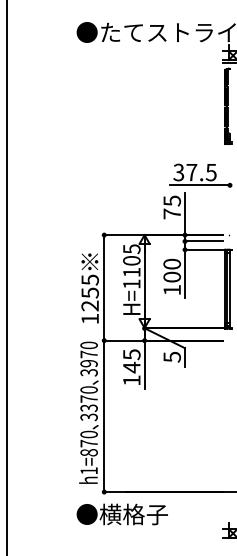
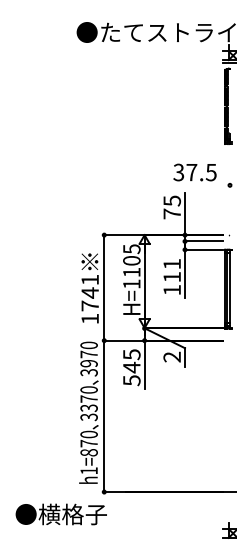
line at (199, 185): present -> none
text at (171, 270): 100 -> 111
line at (7, 277): present -> none
text at (90, 292): 1255 -> 1741
text at (172, 356): 5 -> 2
text at (131, 380): 145 -> 545
text at (121, 514) position: (121, 514) -> (60, 514)
